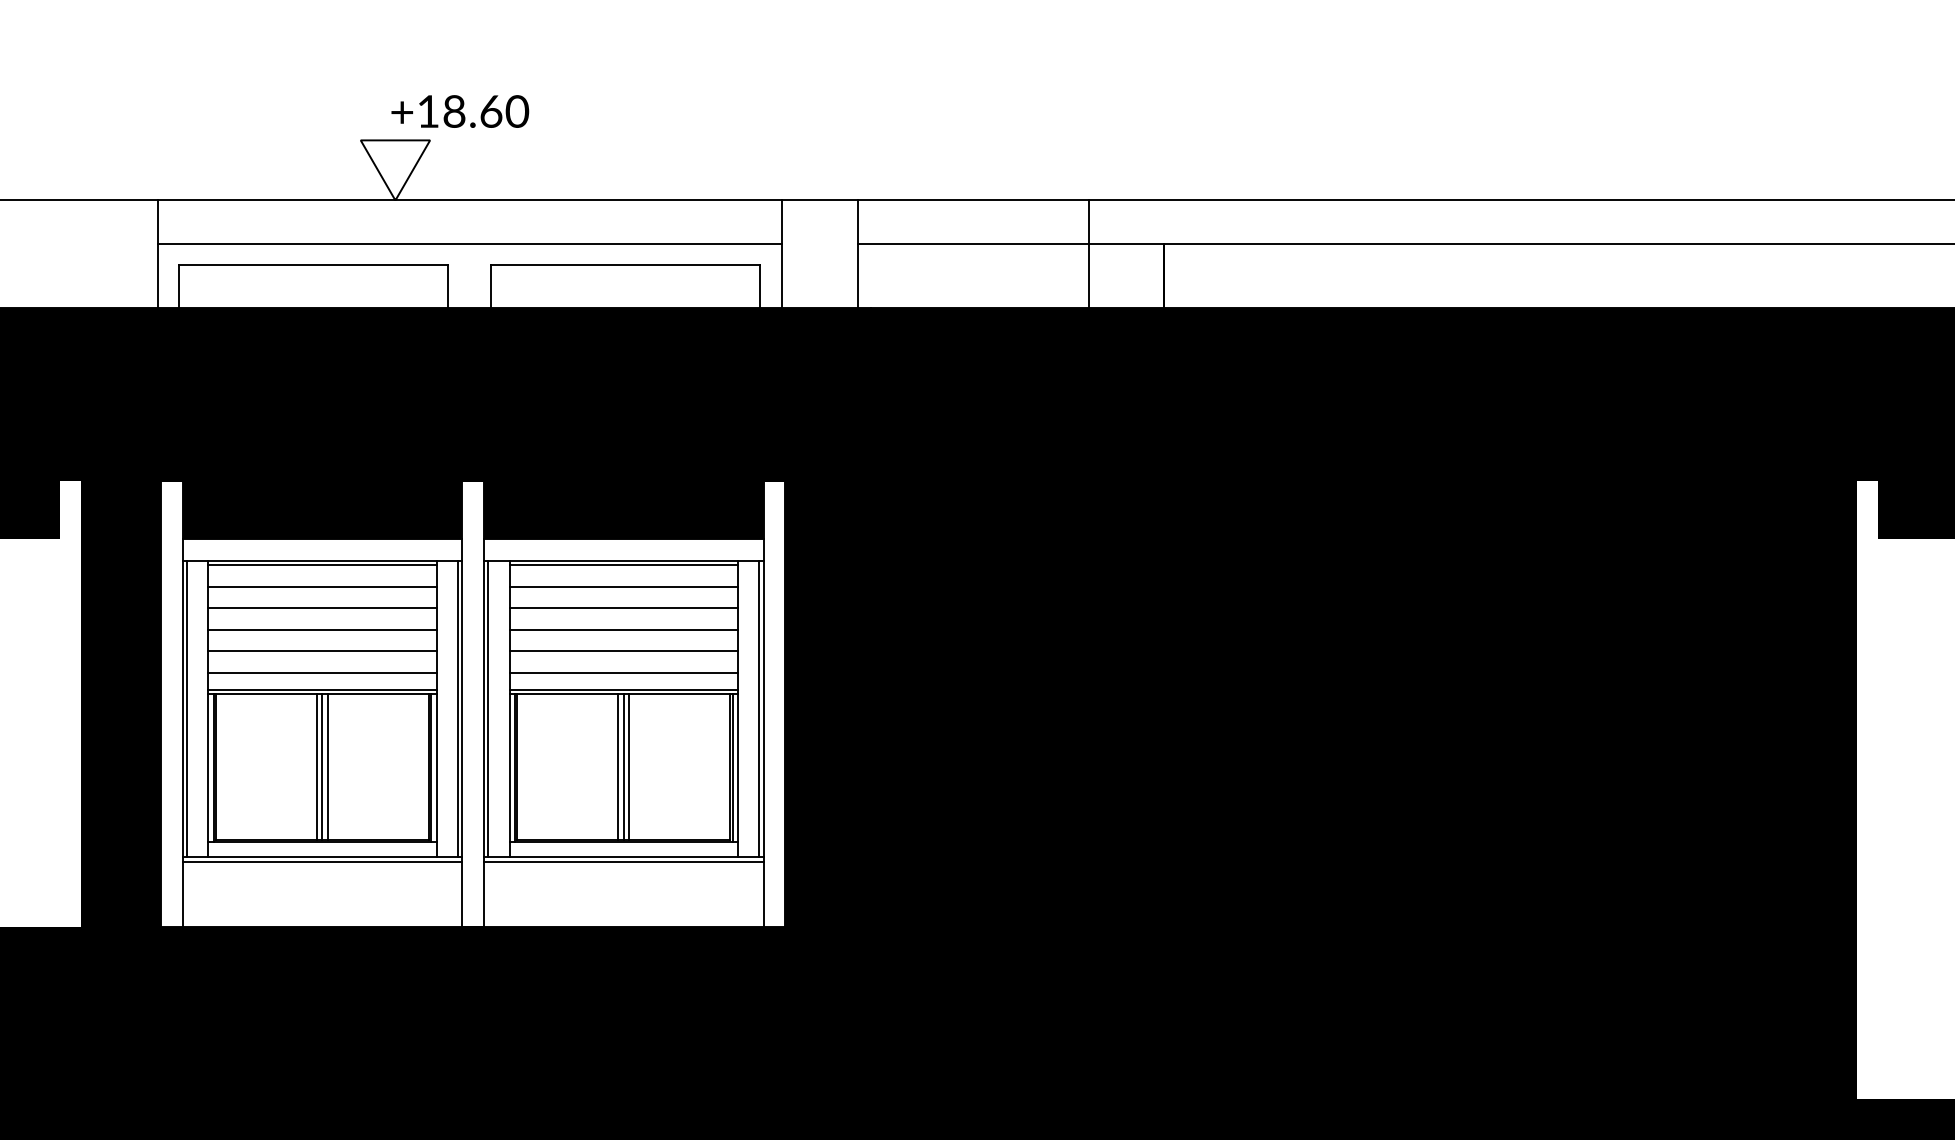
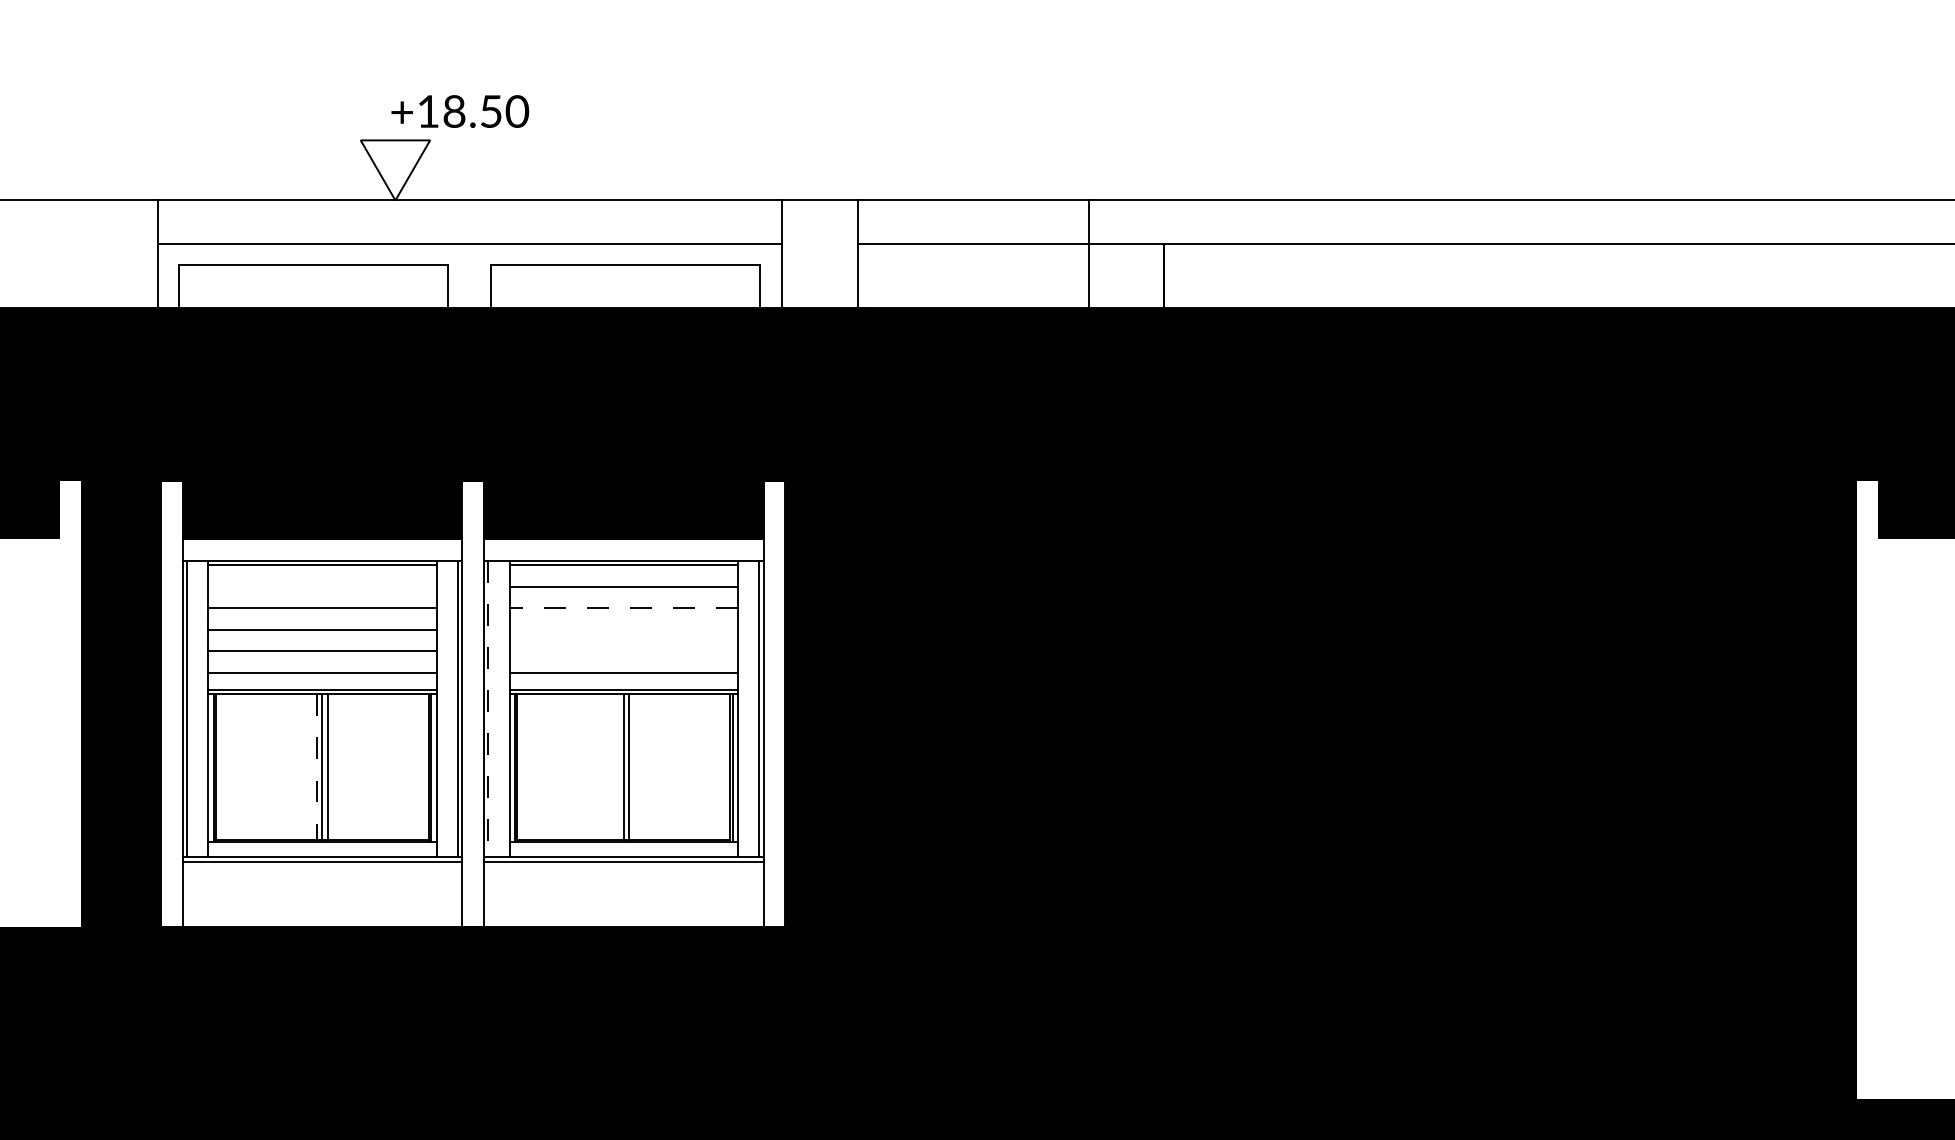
text at (491, 111): +18.60 -> +18.50
line at (322, 586): present -> none
line at (623, 608): solid -> dashed
line at (623, 629): present -> none
line at (623, 651): present -> none
line at (488, 708): solid -> dashed
line at (618, 766): present -> none
line at (317, 767): solid -> dashed
